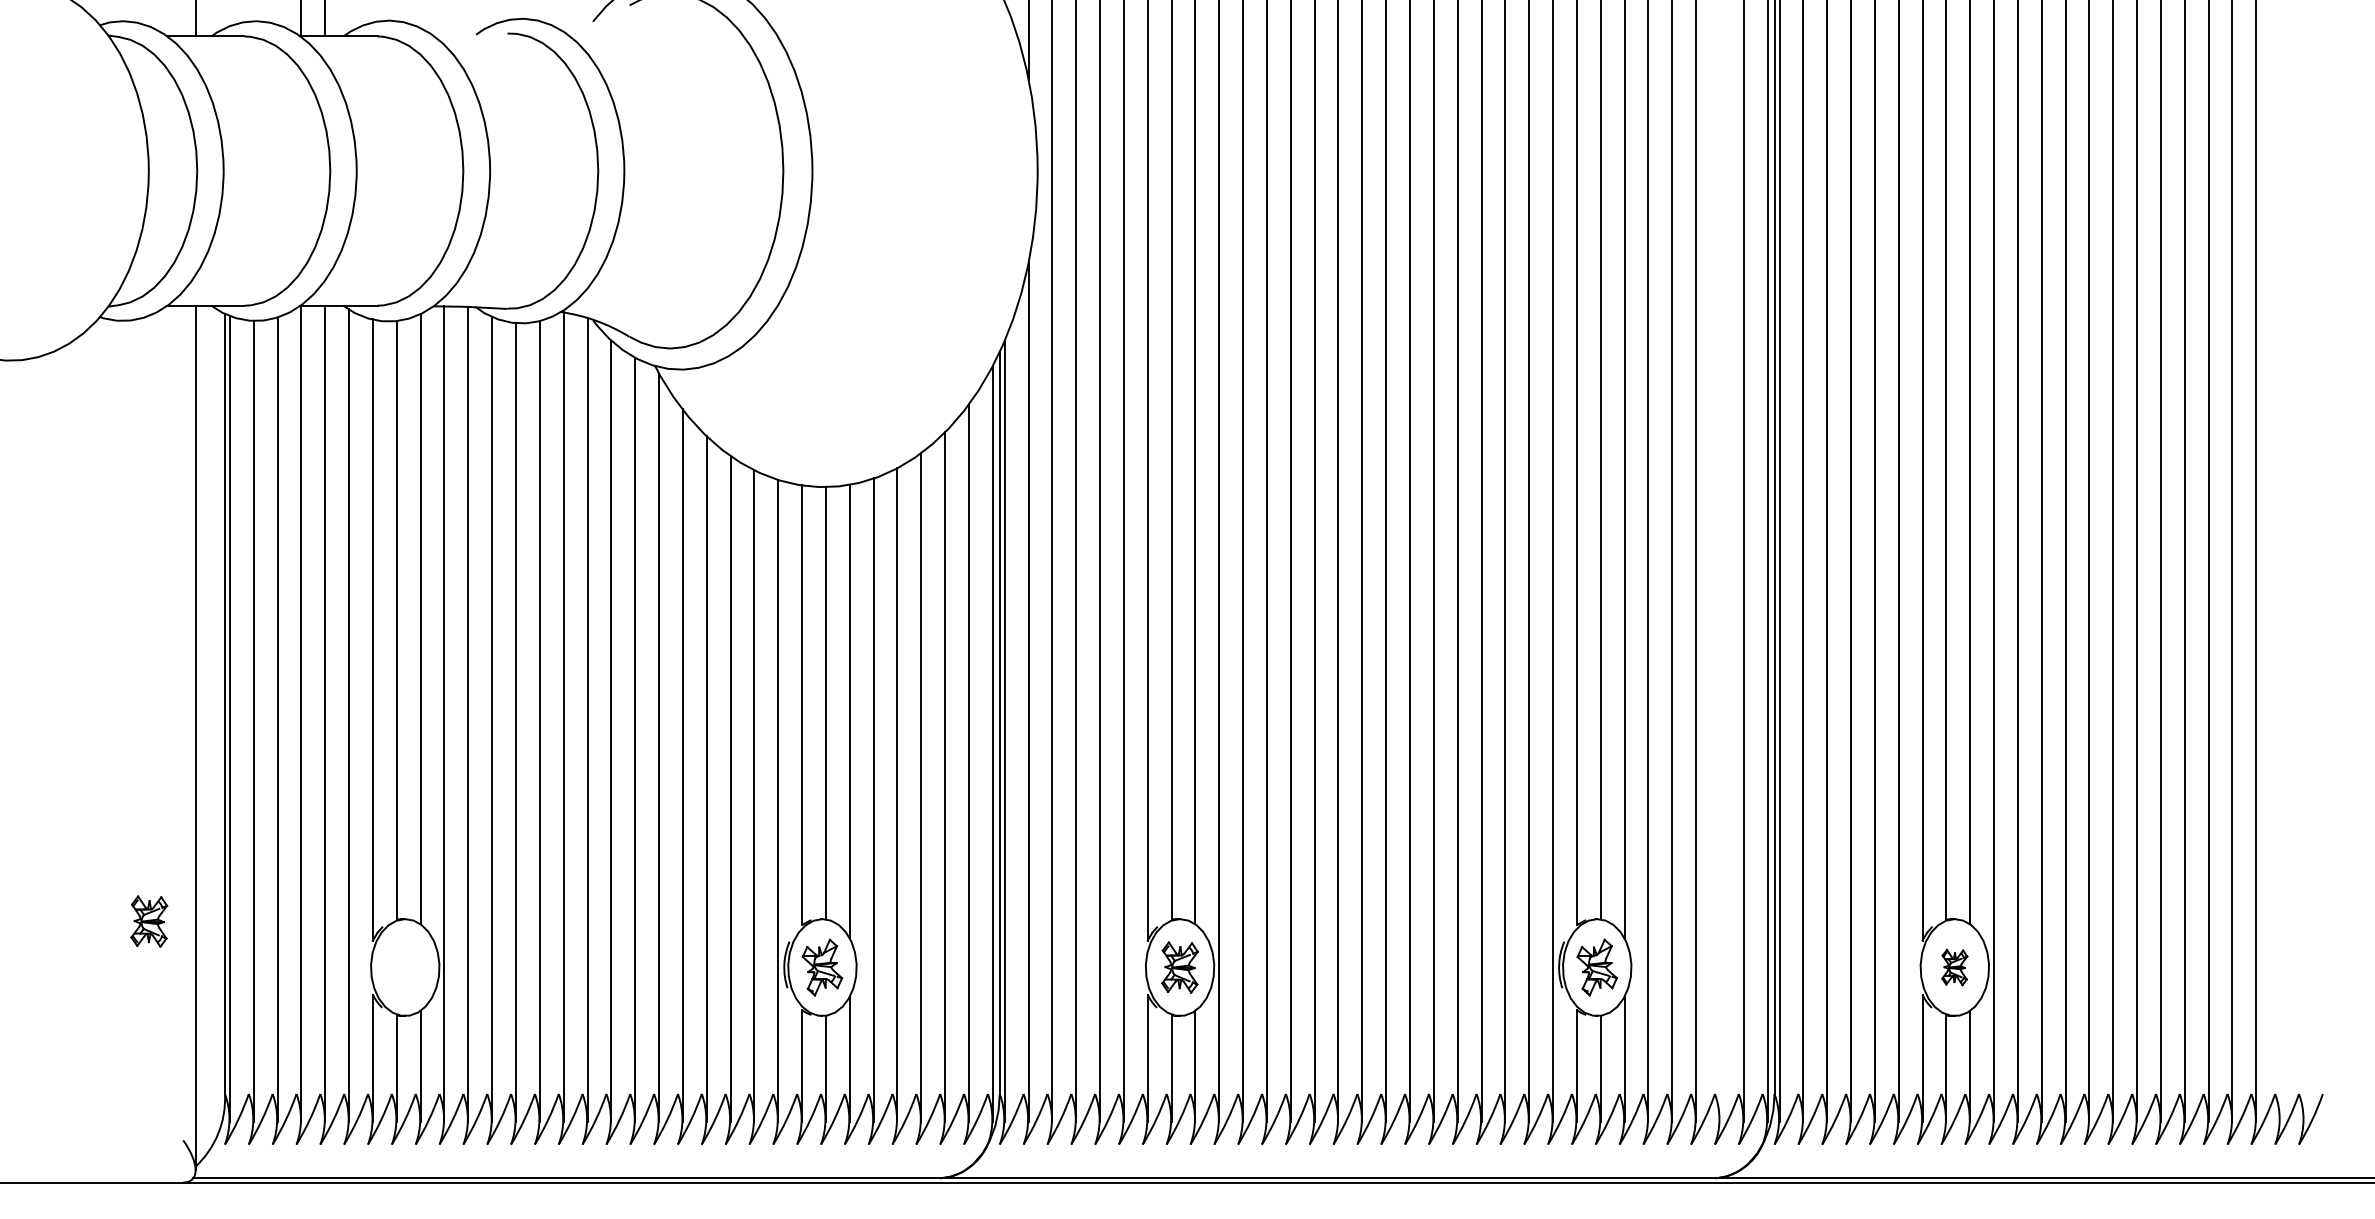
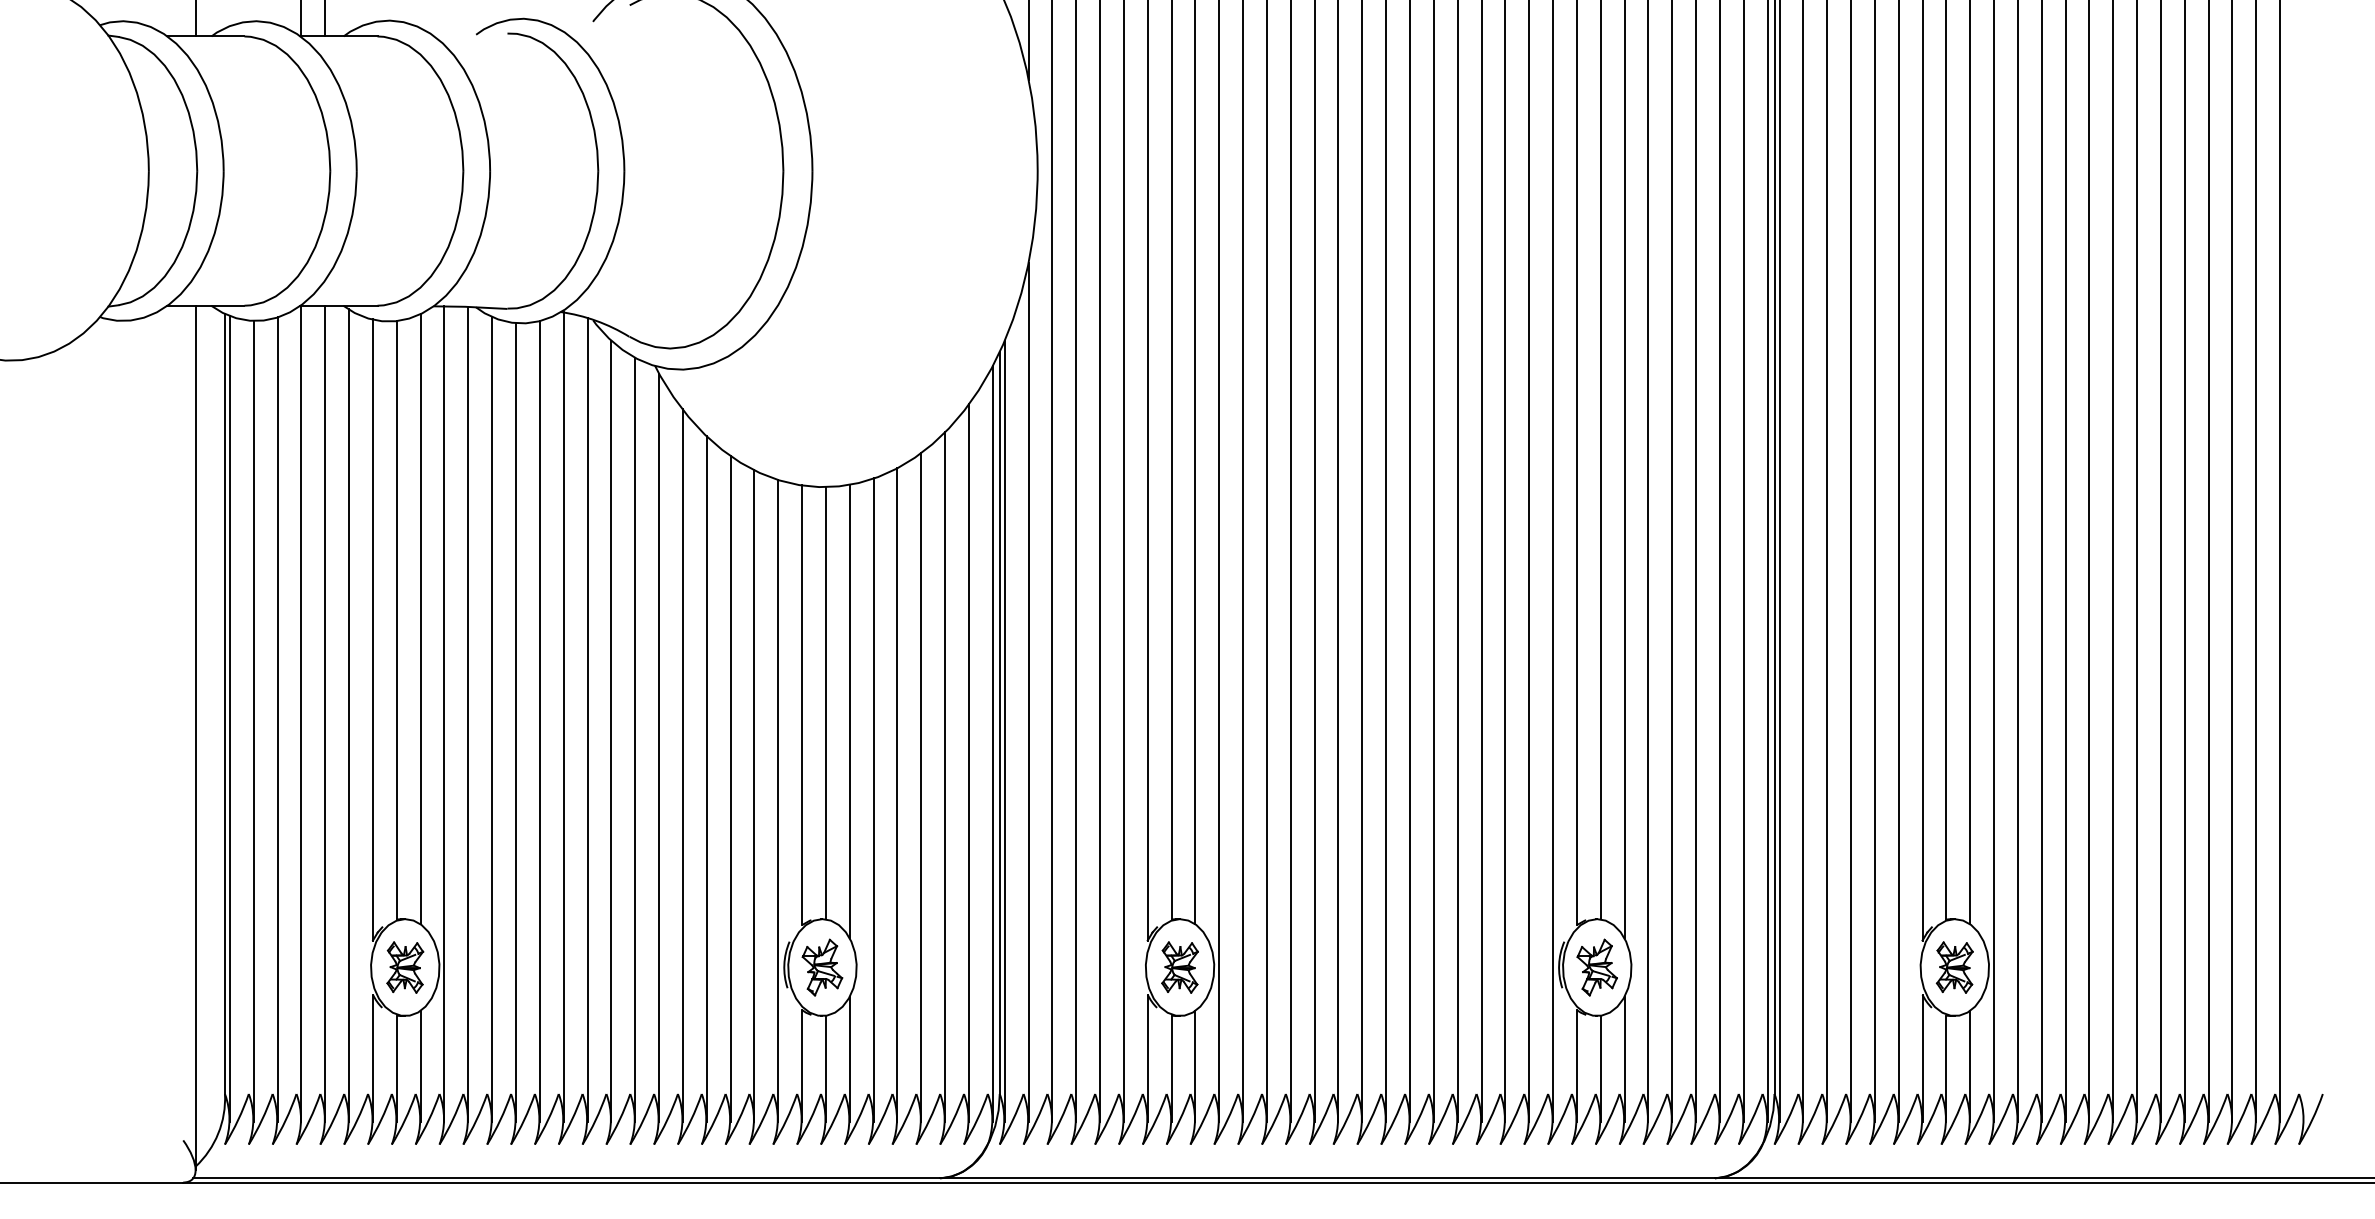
line at (1719, 561): none -> present
line at (2280, 561): none -> present
part at (149, 921) position: (149, 921) -> (405, 967)
part at (1954, 967) size: 28x39 px -> 39x53 px
